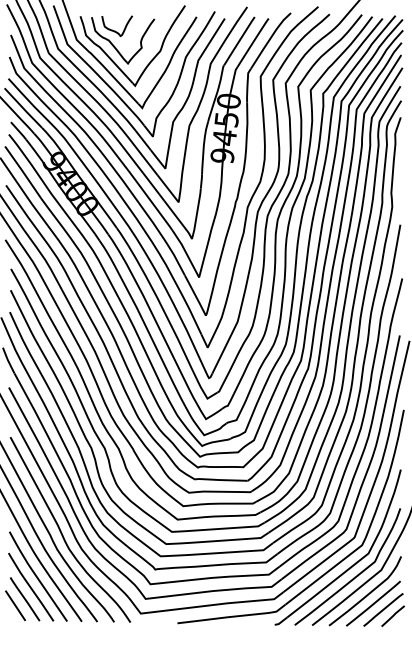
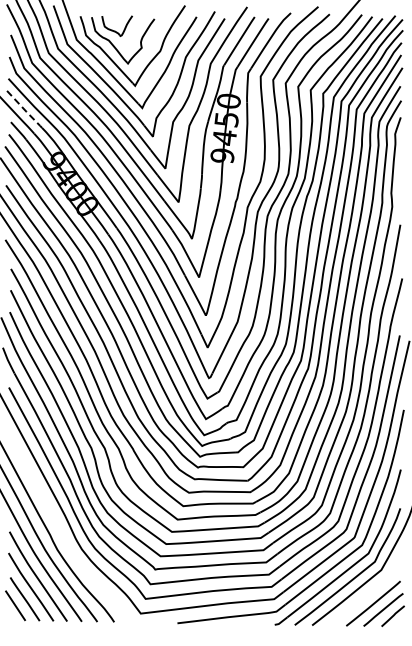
line at (23, 109): solid -> dashed
curve at (62, 532): present -> none
curve at (367, 593): present -> none
